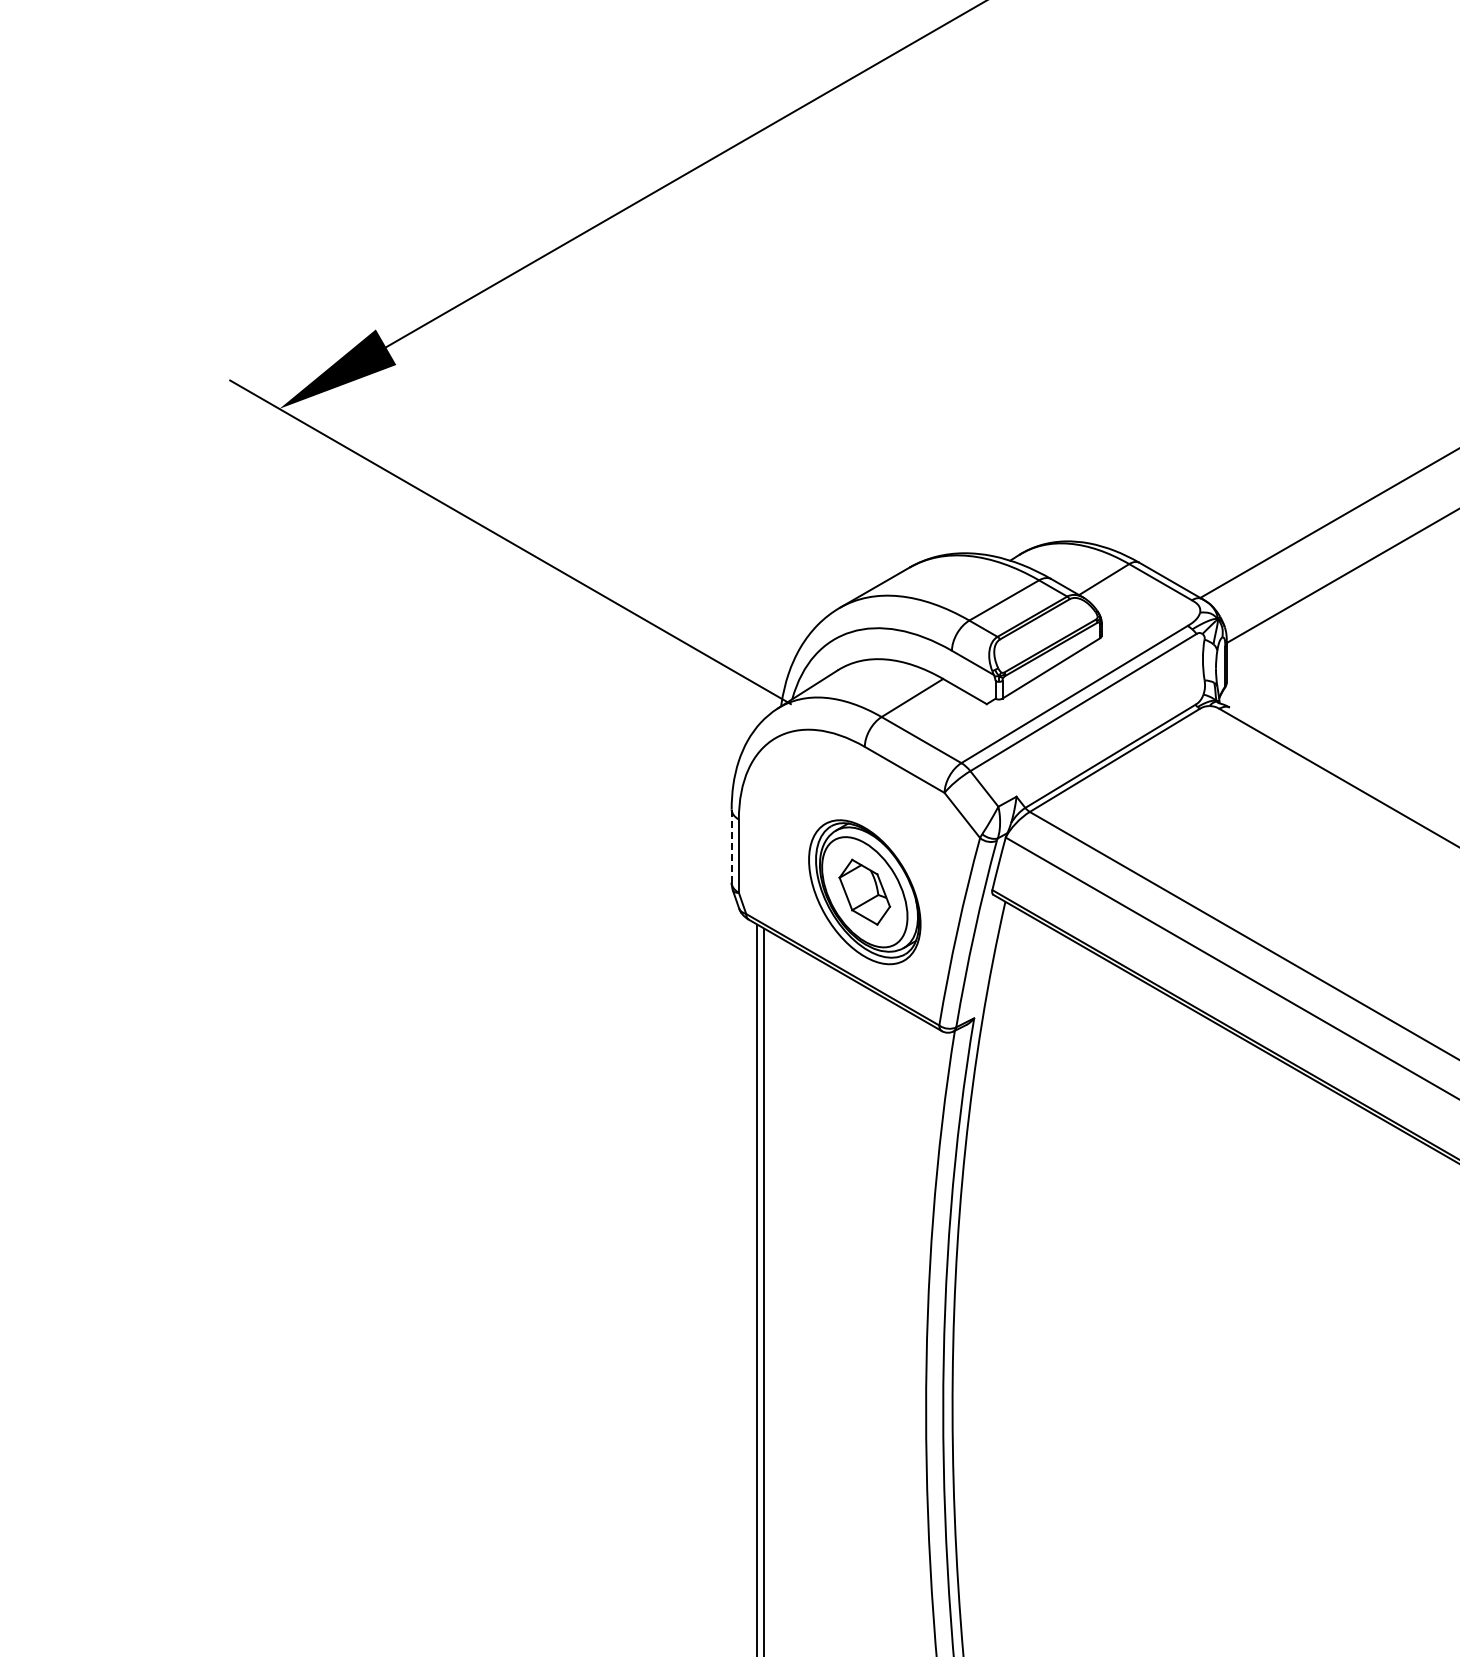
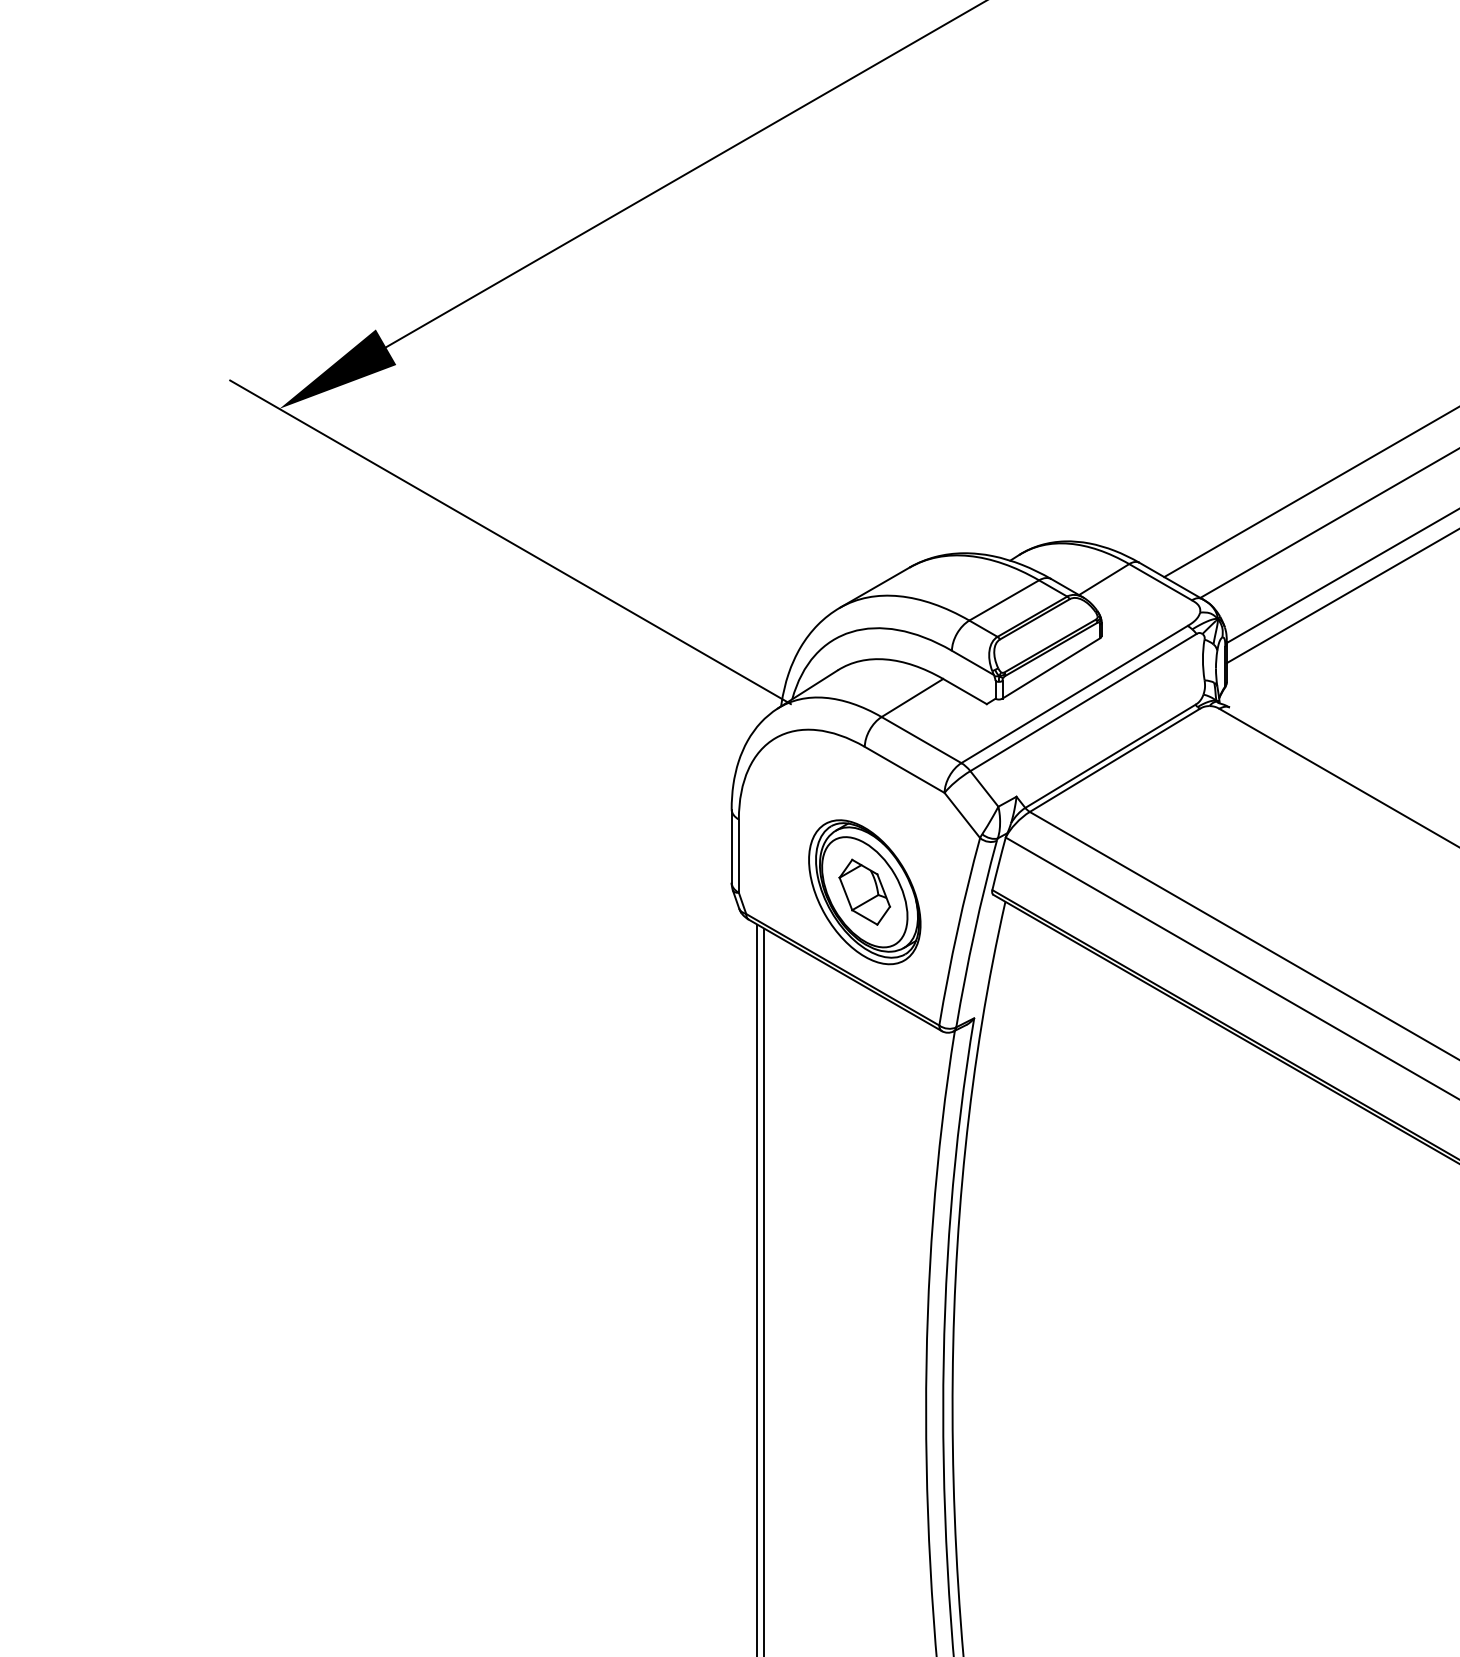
line at (1310, 492): none -> present
line at (1341, 596): none -> present
line at (731, 846): dashed -> solid
